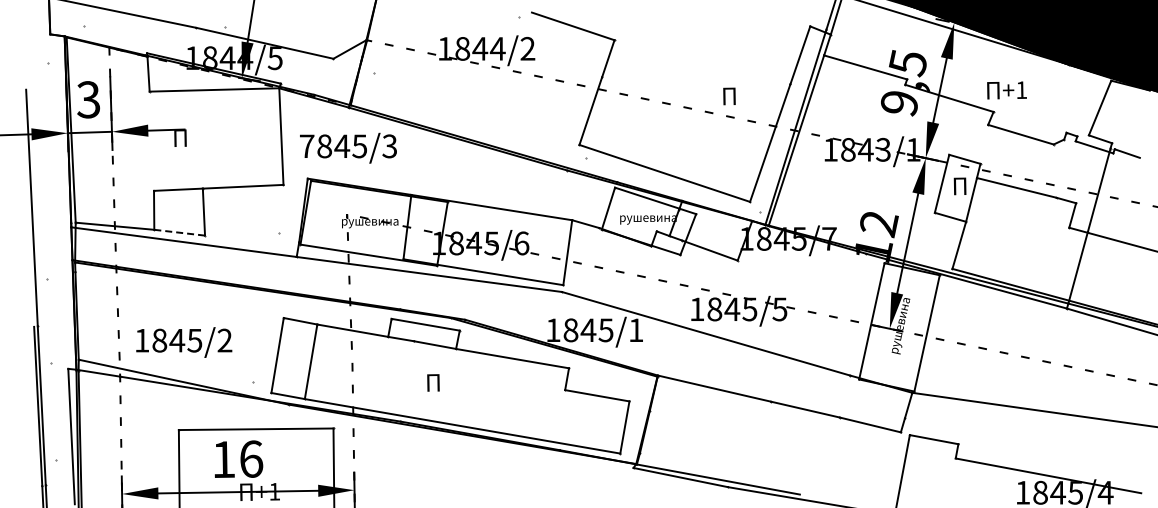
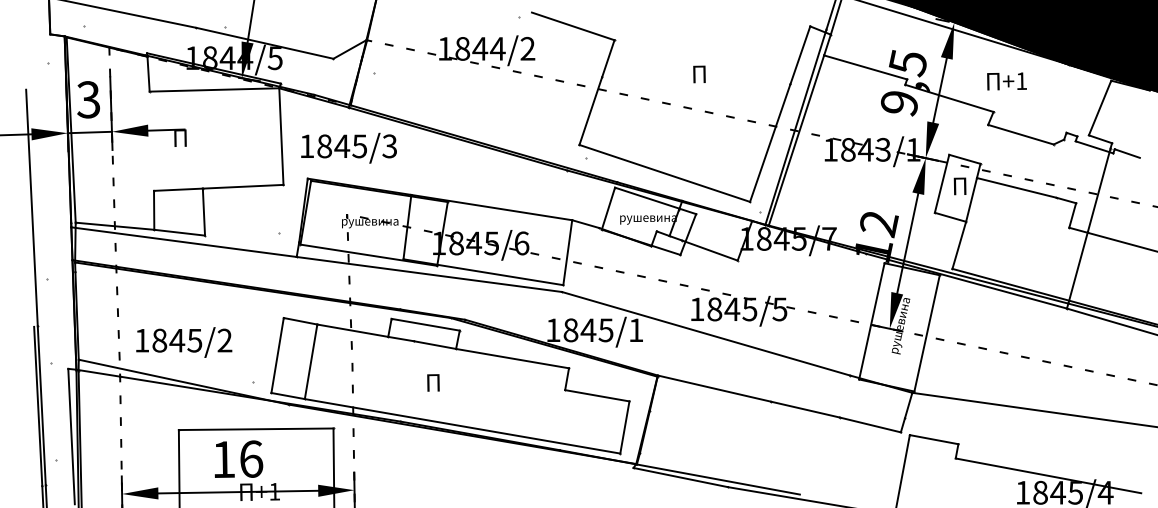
text at (1006, 90) position: (1006, 90) -> (1006, 81)
text at (729, 96) position: (729, 96) -> (699, 74)
text at (307, 145): 7845/3 -> 1845/3
line at (179, 232): dashed -> solid
